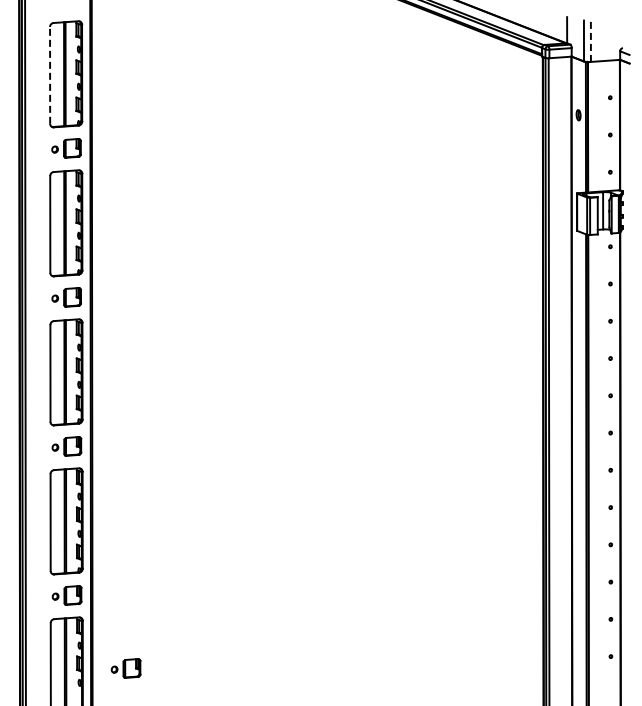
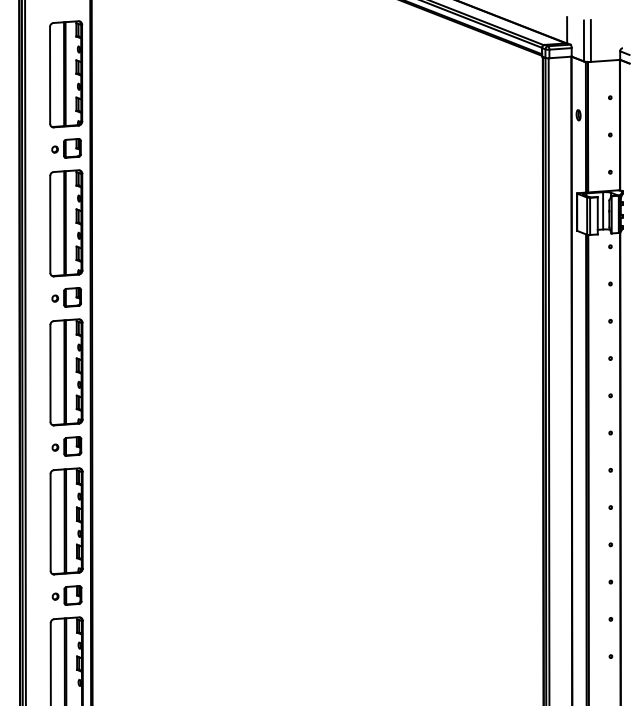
line at (590, 41): dashed -> solid
line at (50, 74): dashed -> solid
part at (125, 668): present -> none
